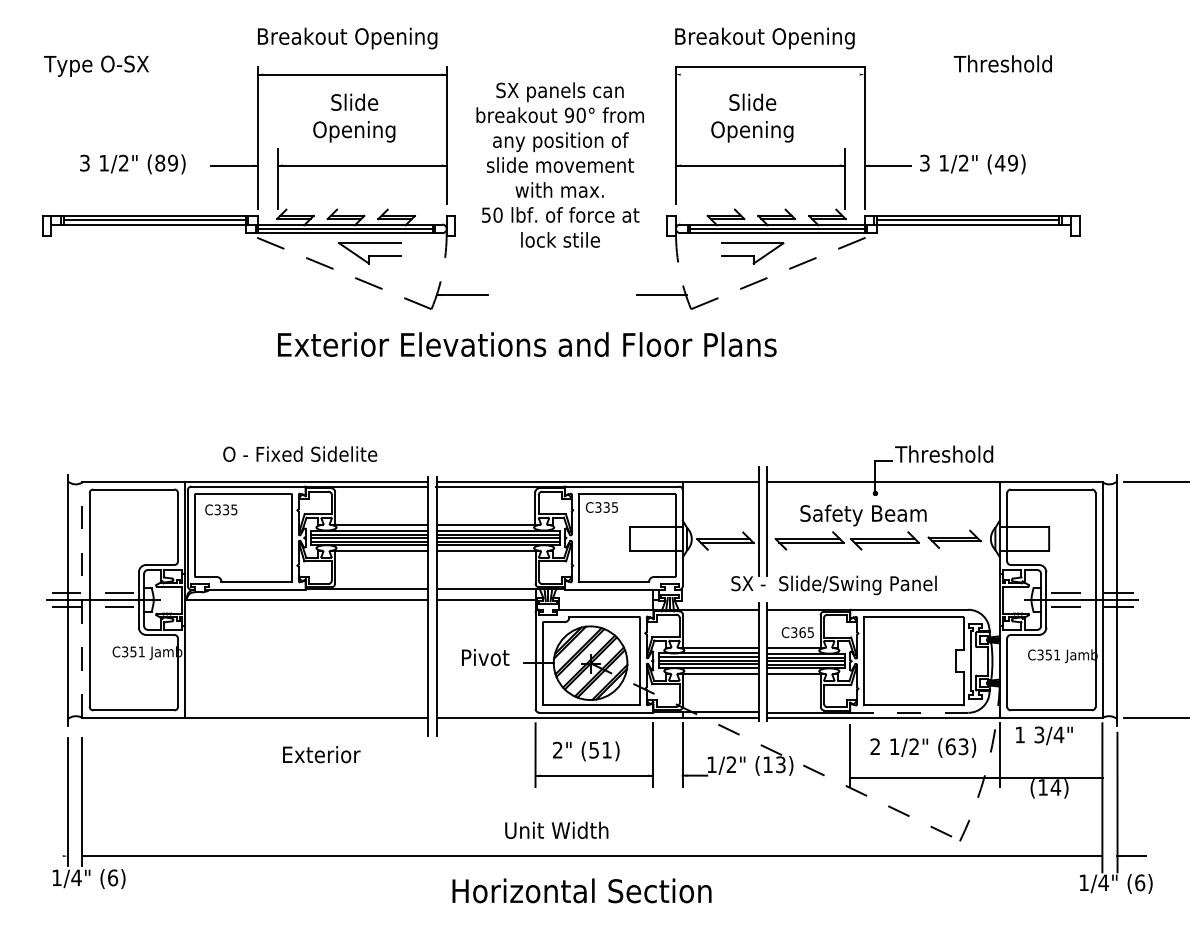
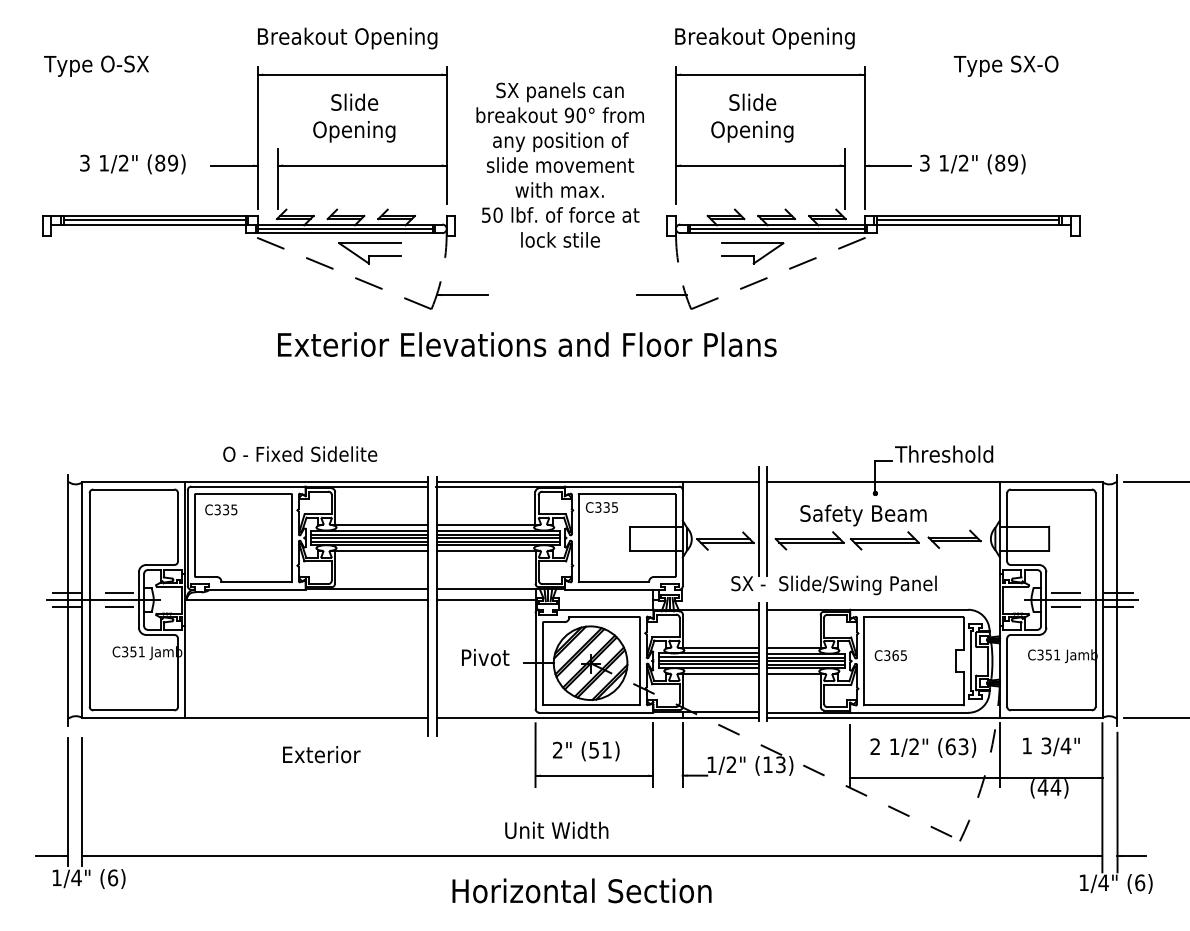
text at (1012, 65): Threshold -> Type SX-O
line at (769, 66) position: (769, 66) -> (769, 74)
text at (999, 162): (49) -> (89)
line at (82, 599): dashed -> solid
text at (797, 632) position: (797, 632) -> (890, 655)
line at (909, 712): dashed -> solid
text at (1044, 735) position: (1044, 735) -> (1051, 746)
text at (1042, 787): (14) -> (44)
line at (51, 856): none -> present
